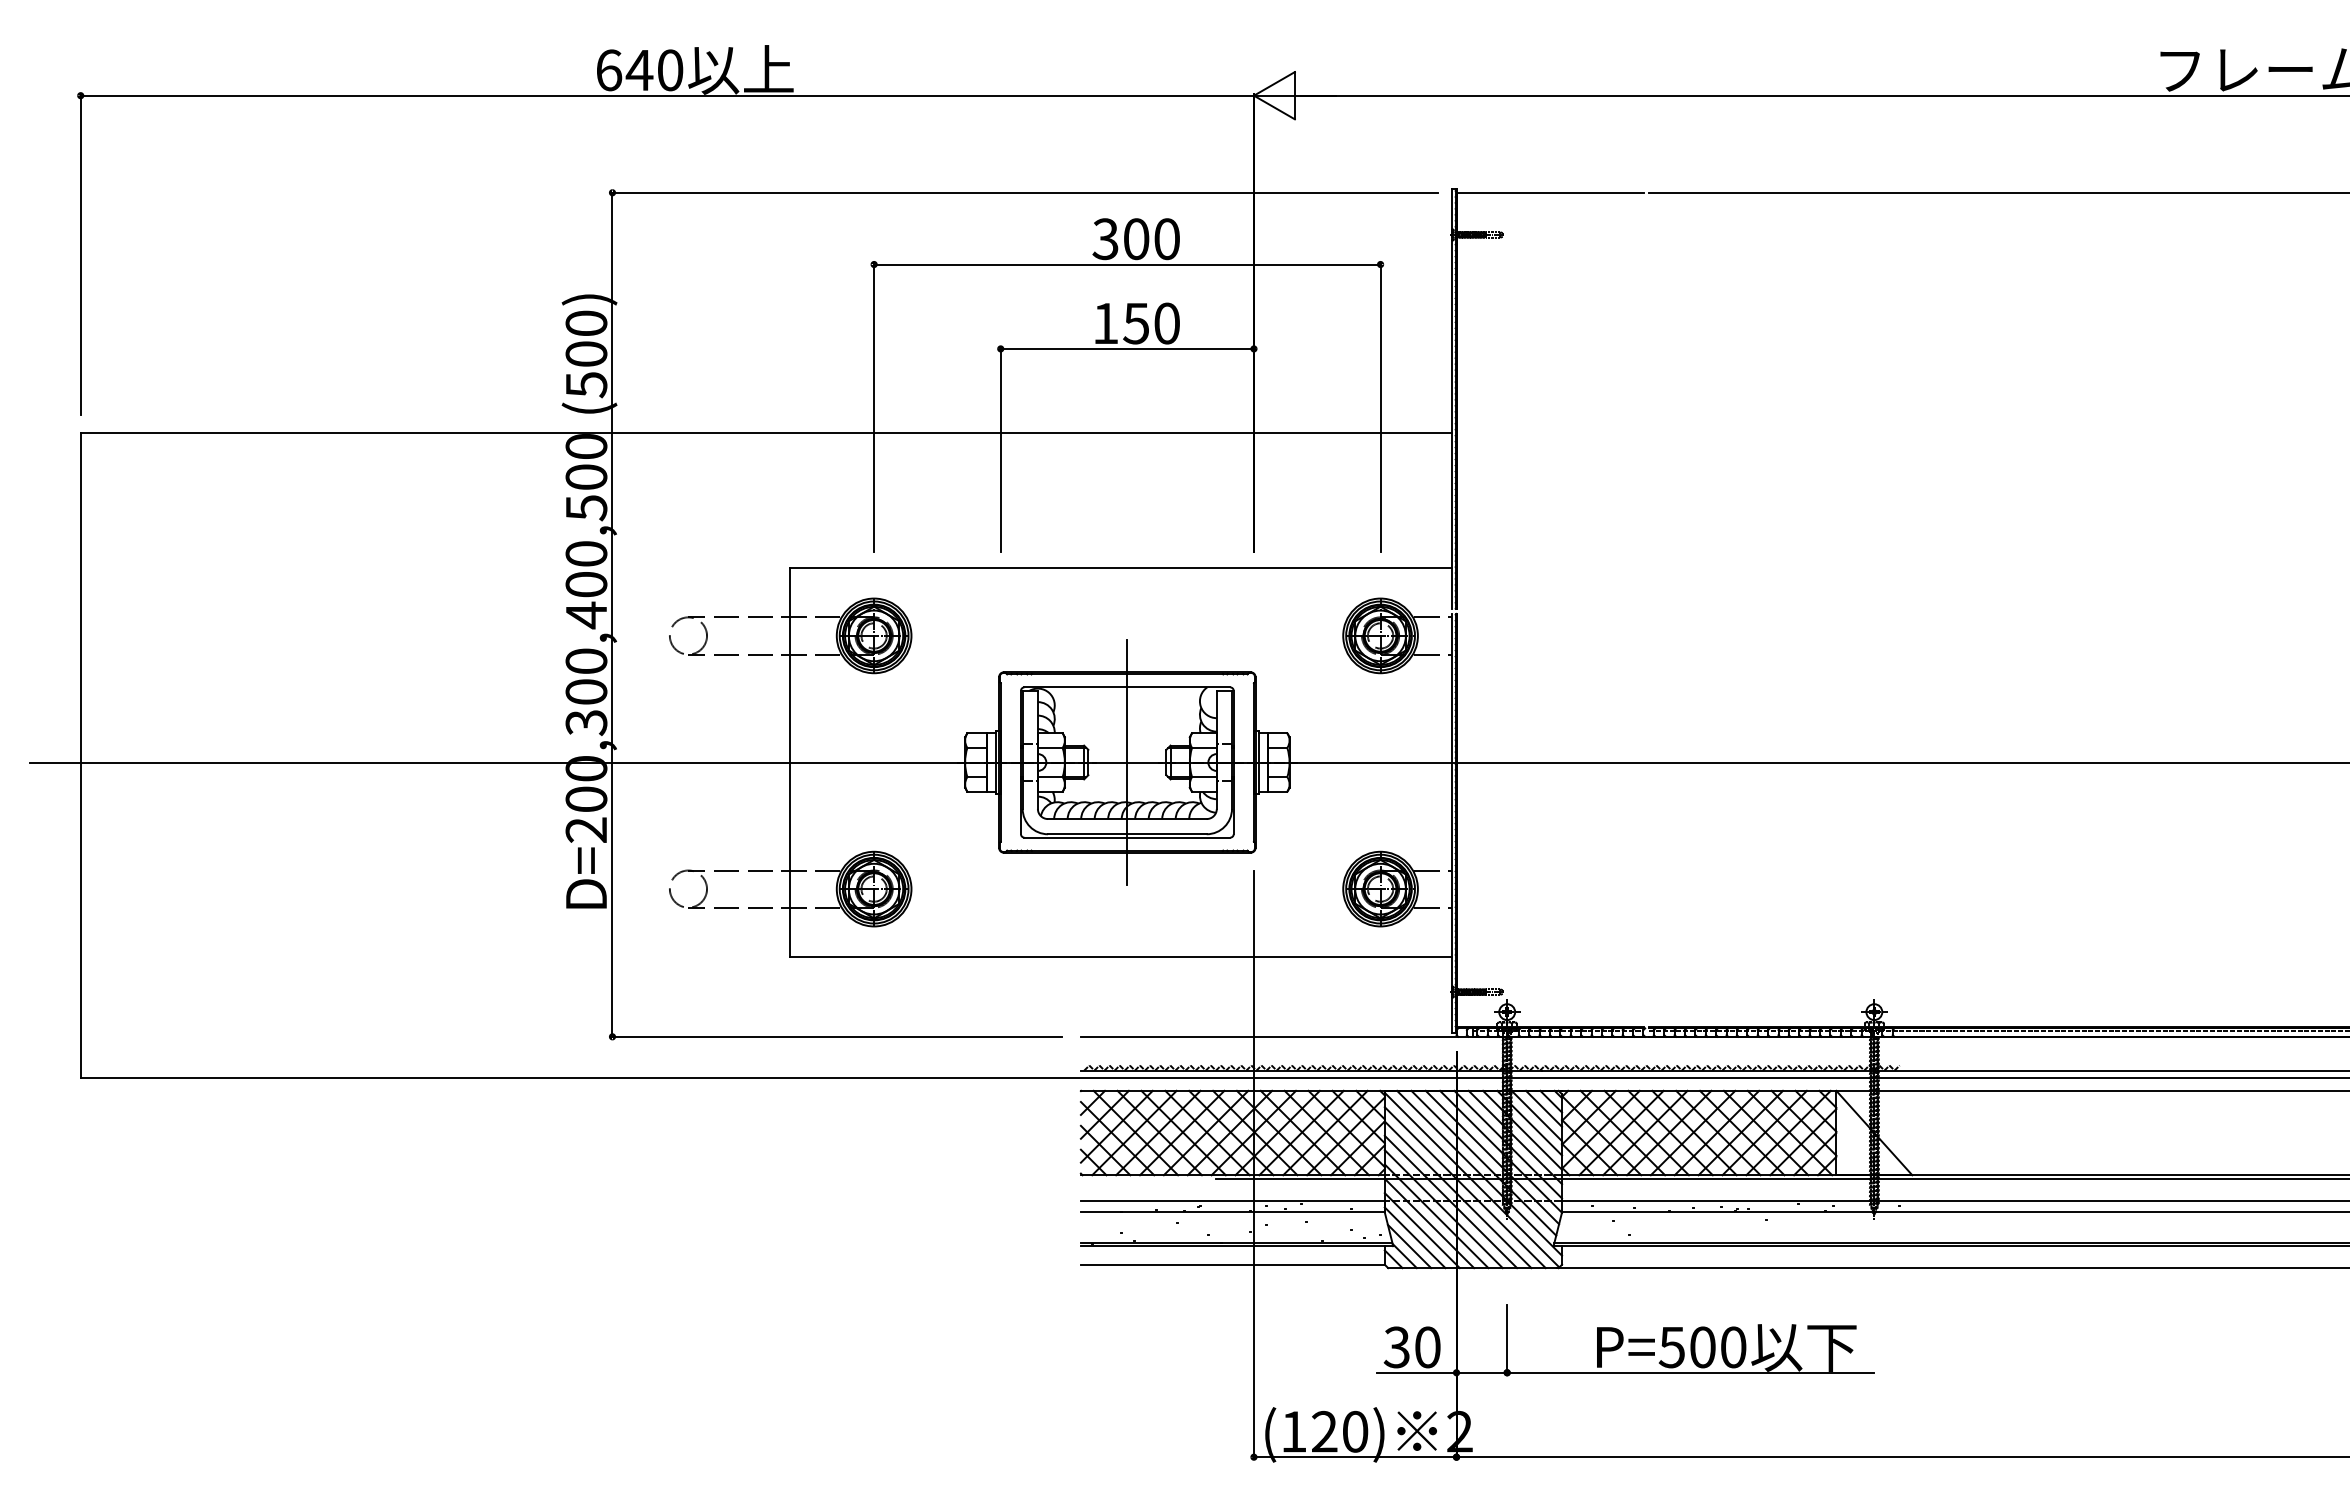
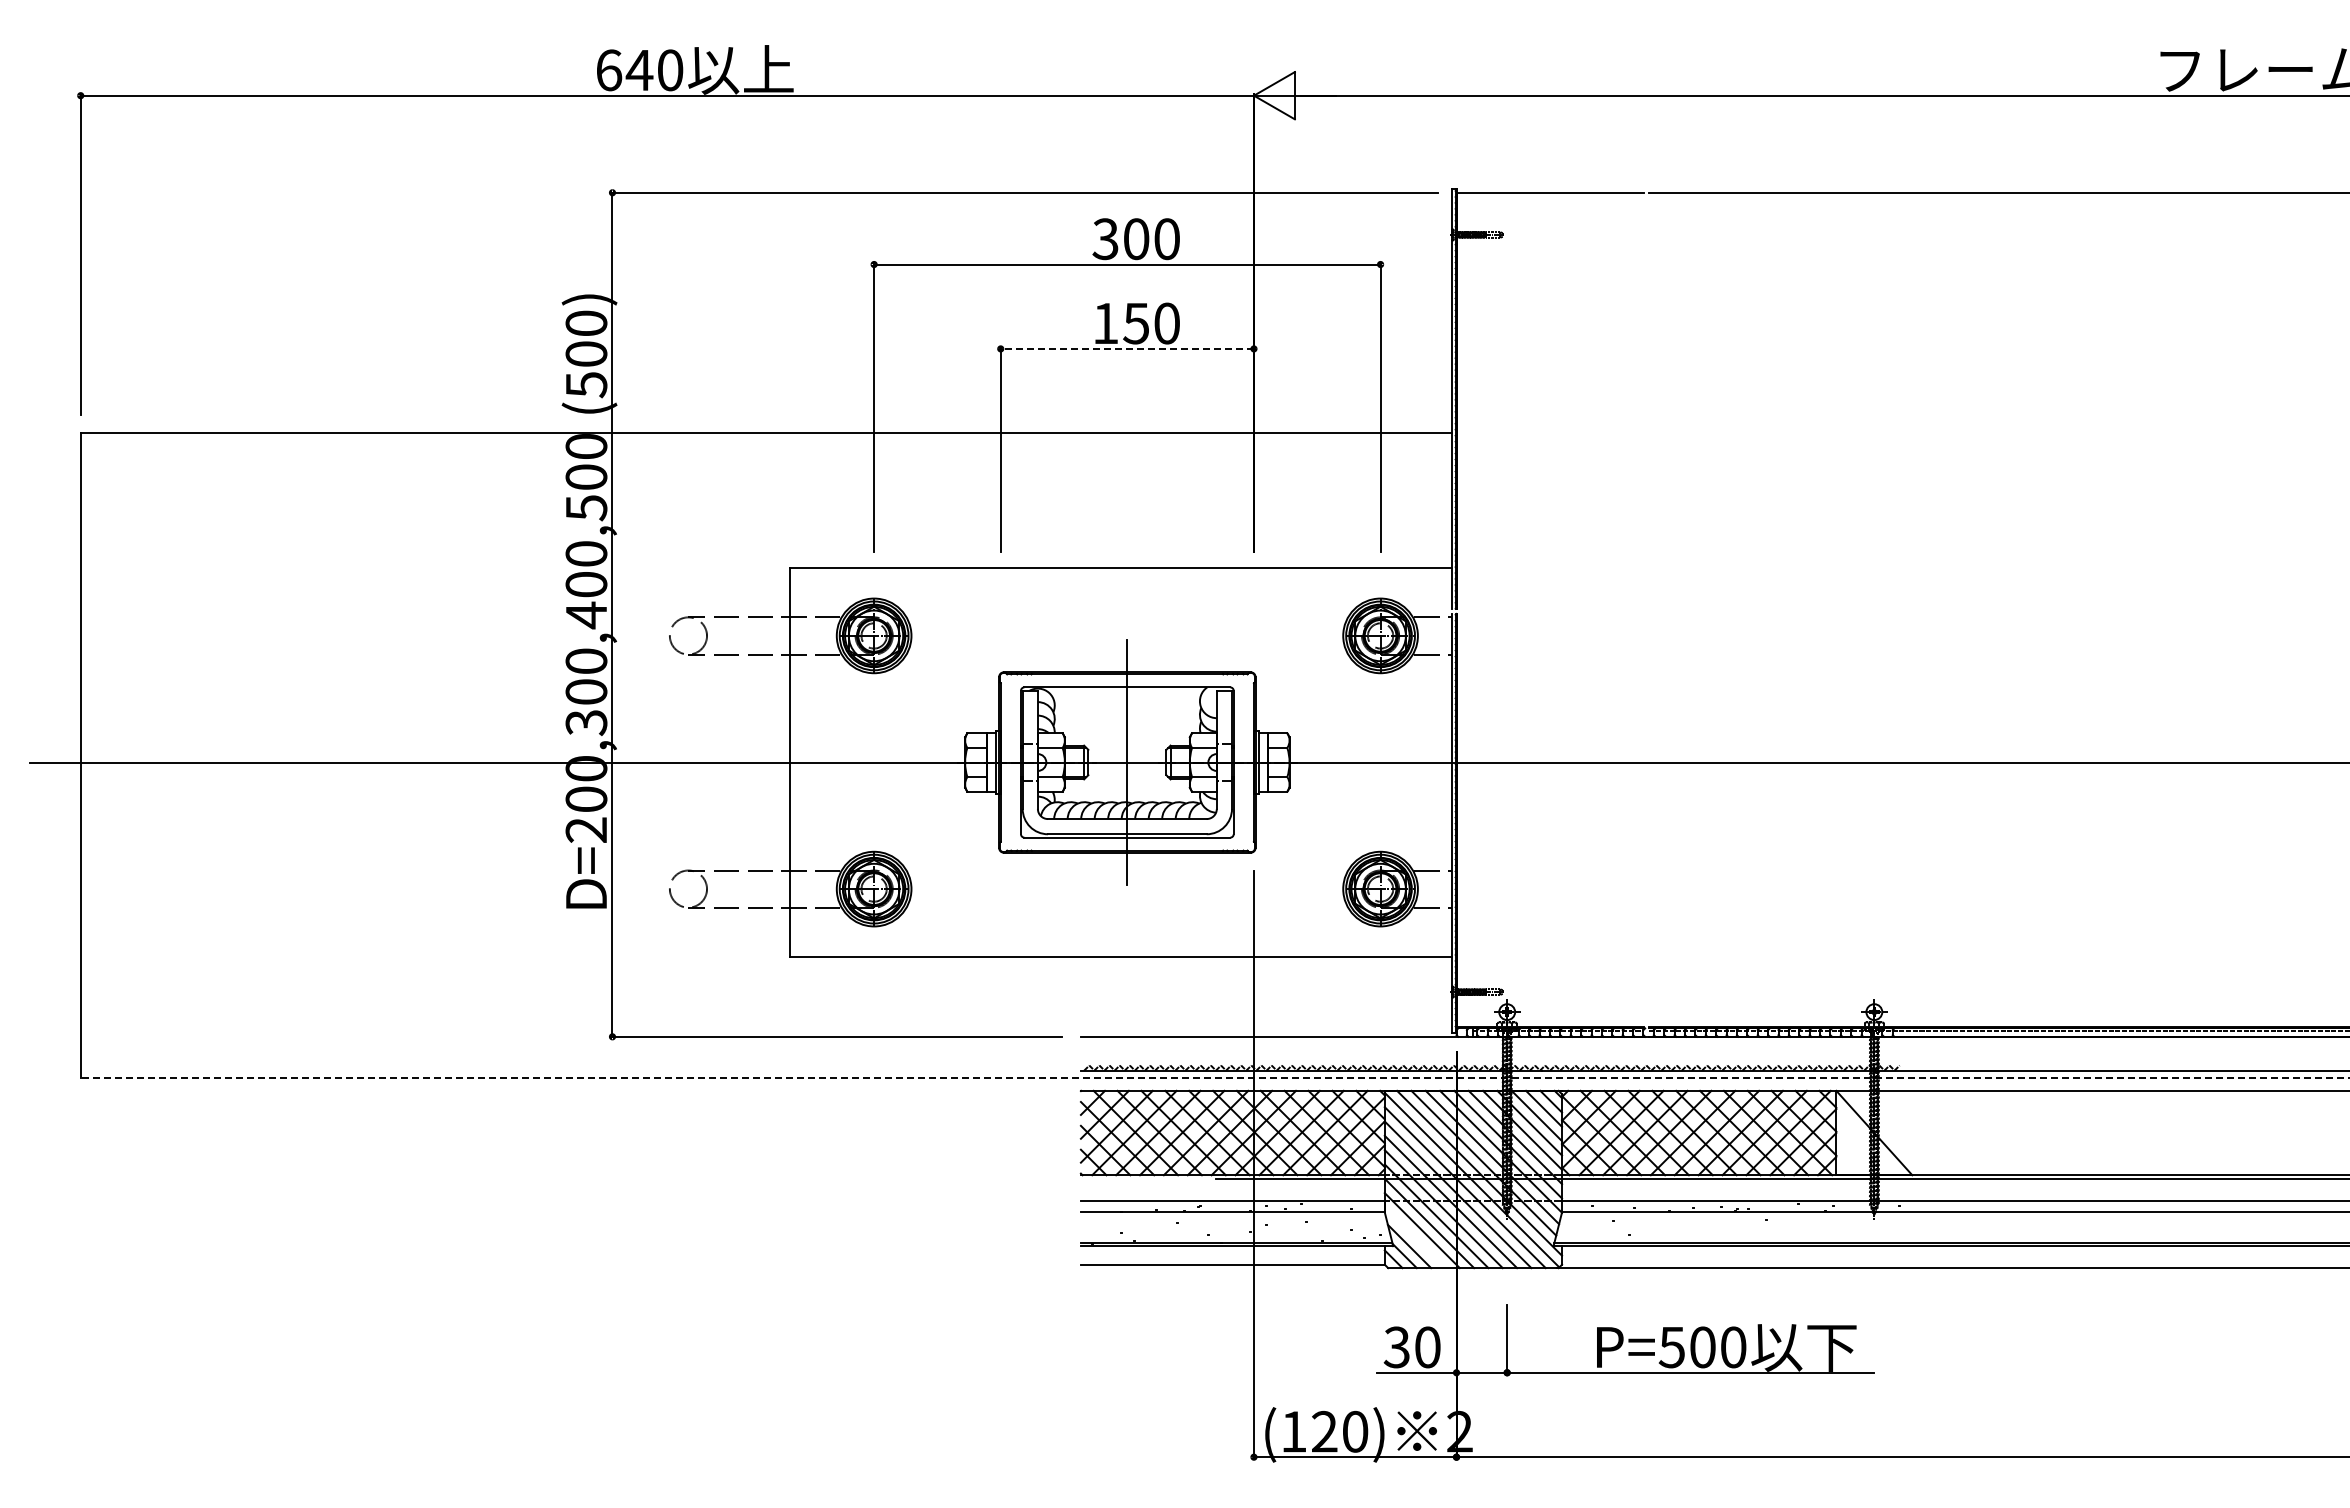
line at (1127, 348): solid -> dashed
line at (1214, 1078): solid -> dashed
line at (1414, 1237): present -> none
